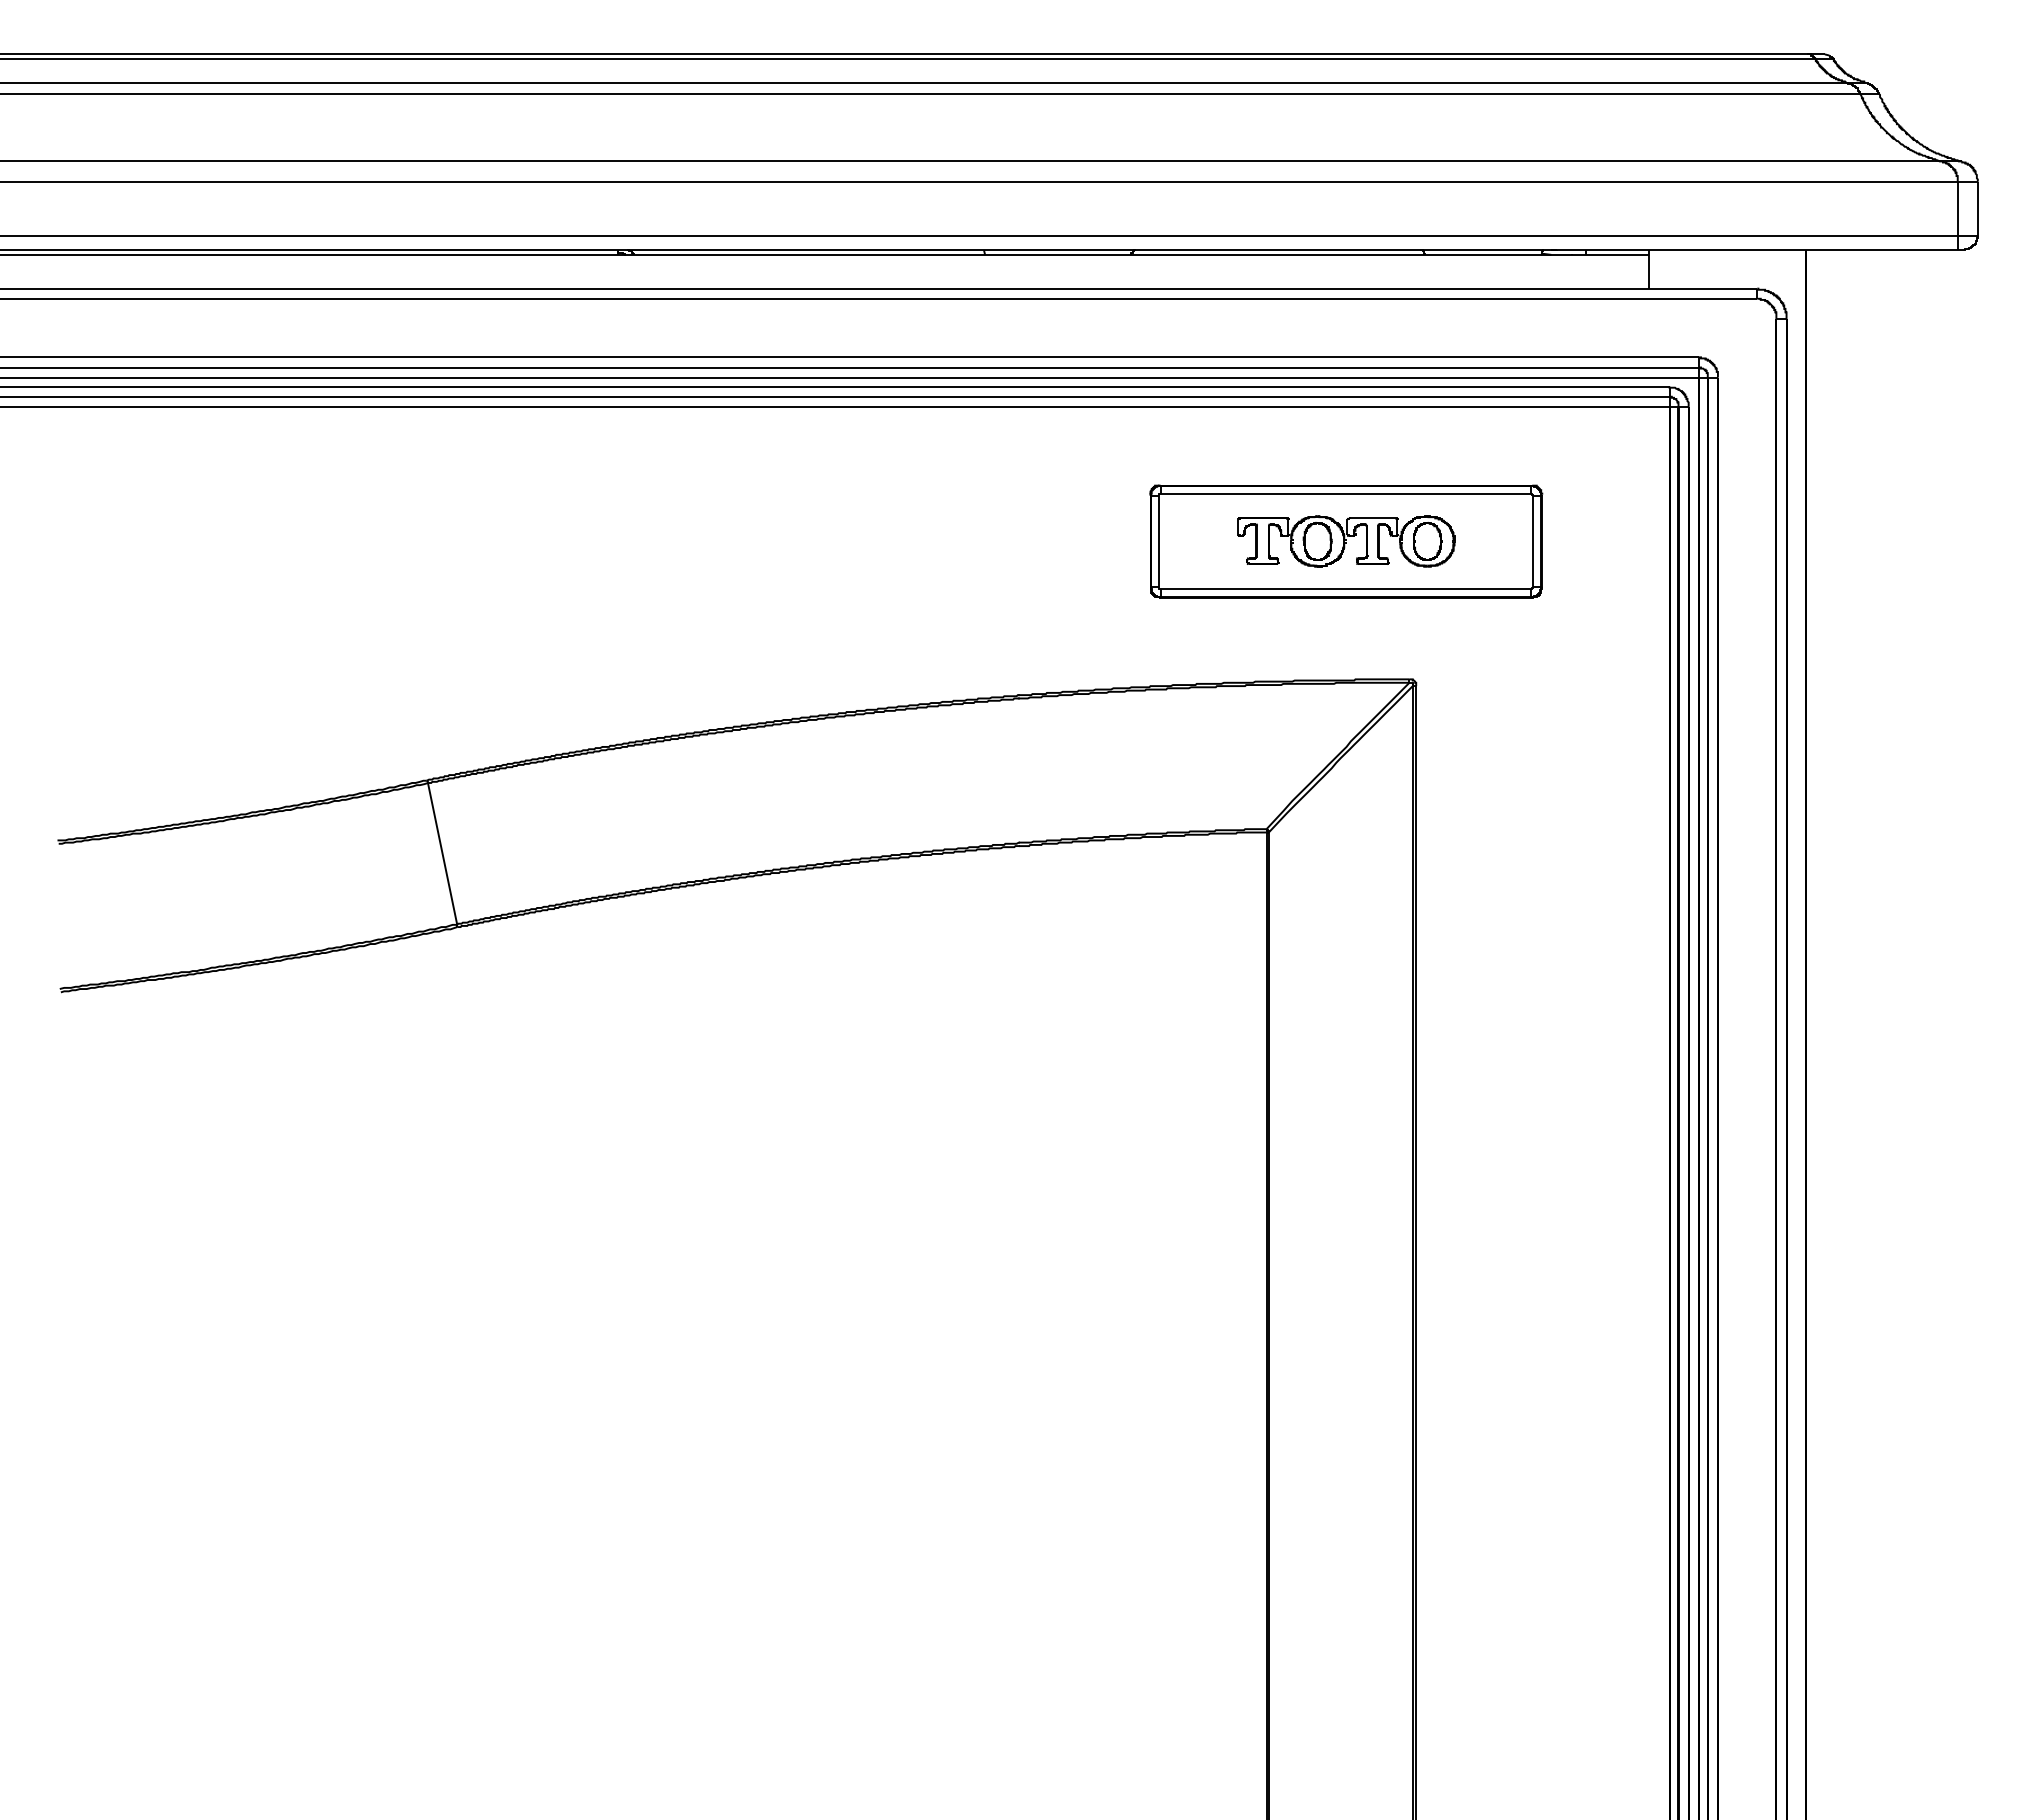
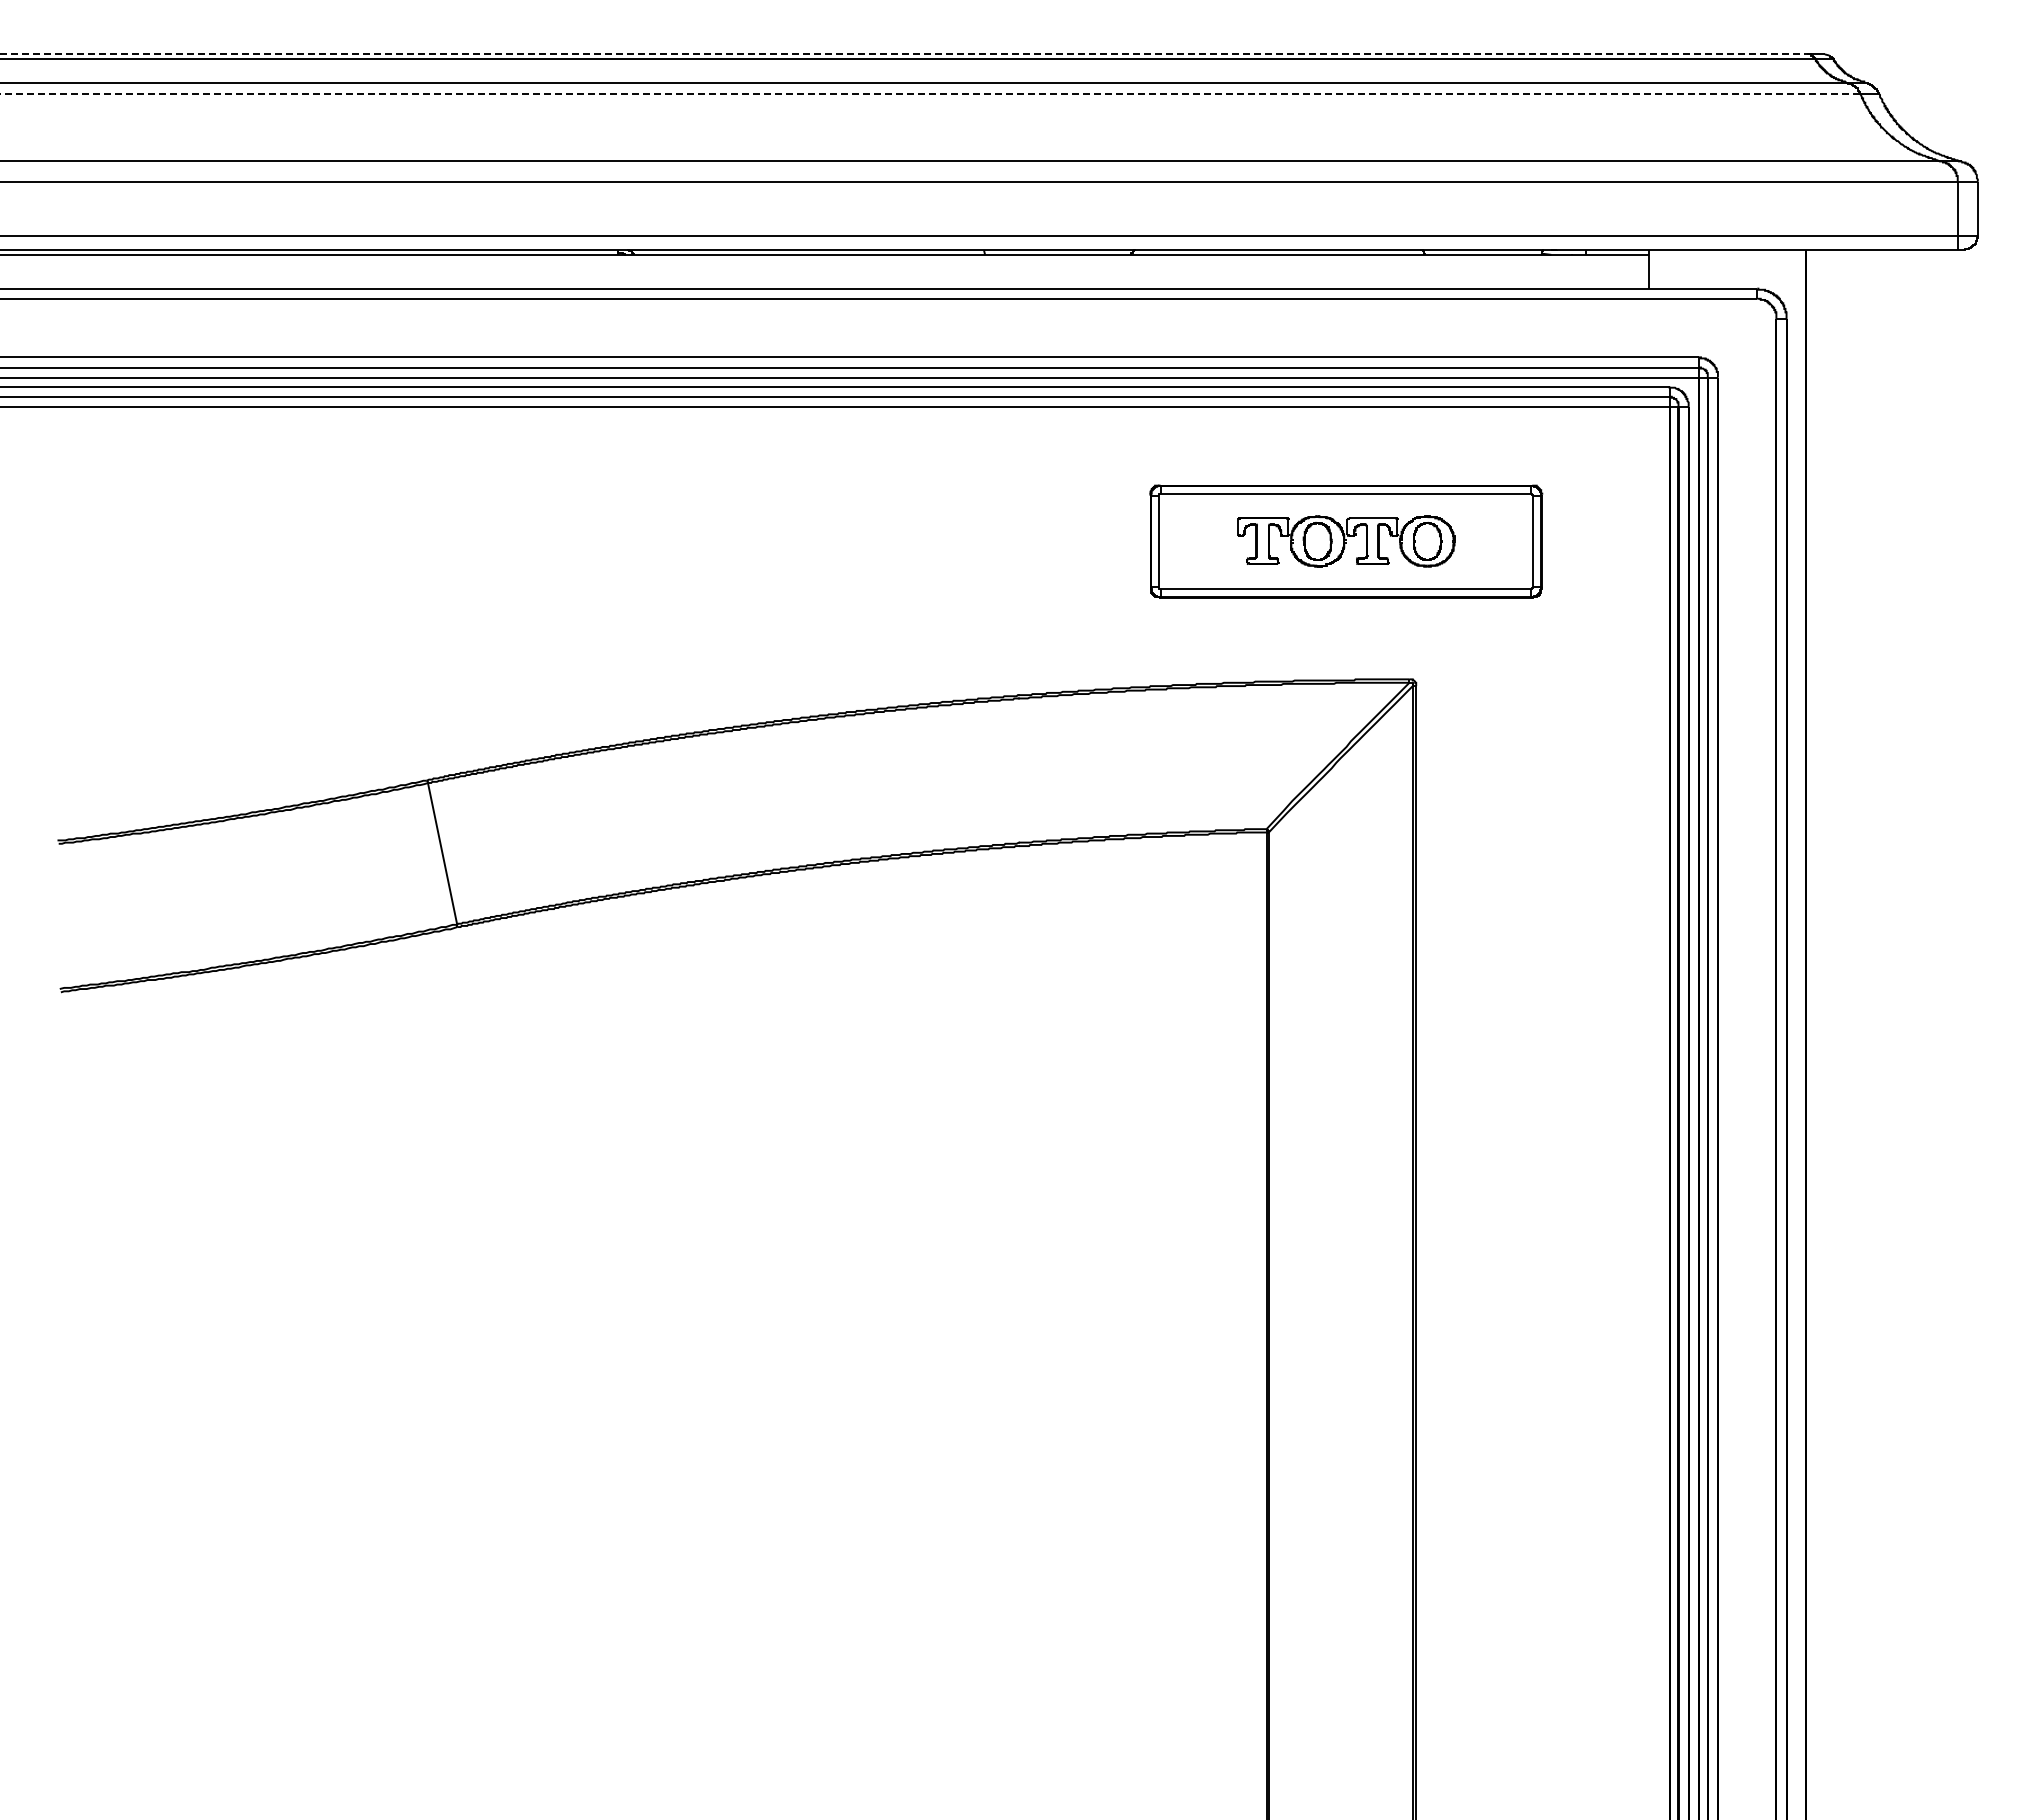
line at (904, 54): solid -> dashed
line at (929, 93): solid -> dashed
